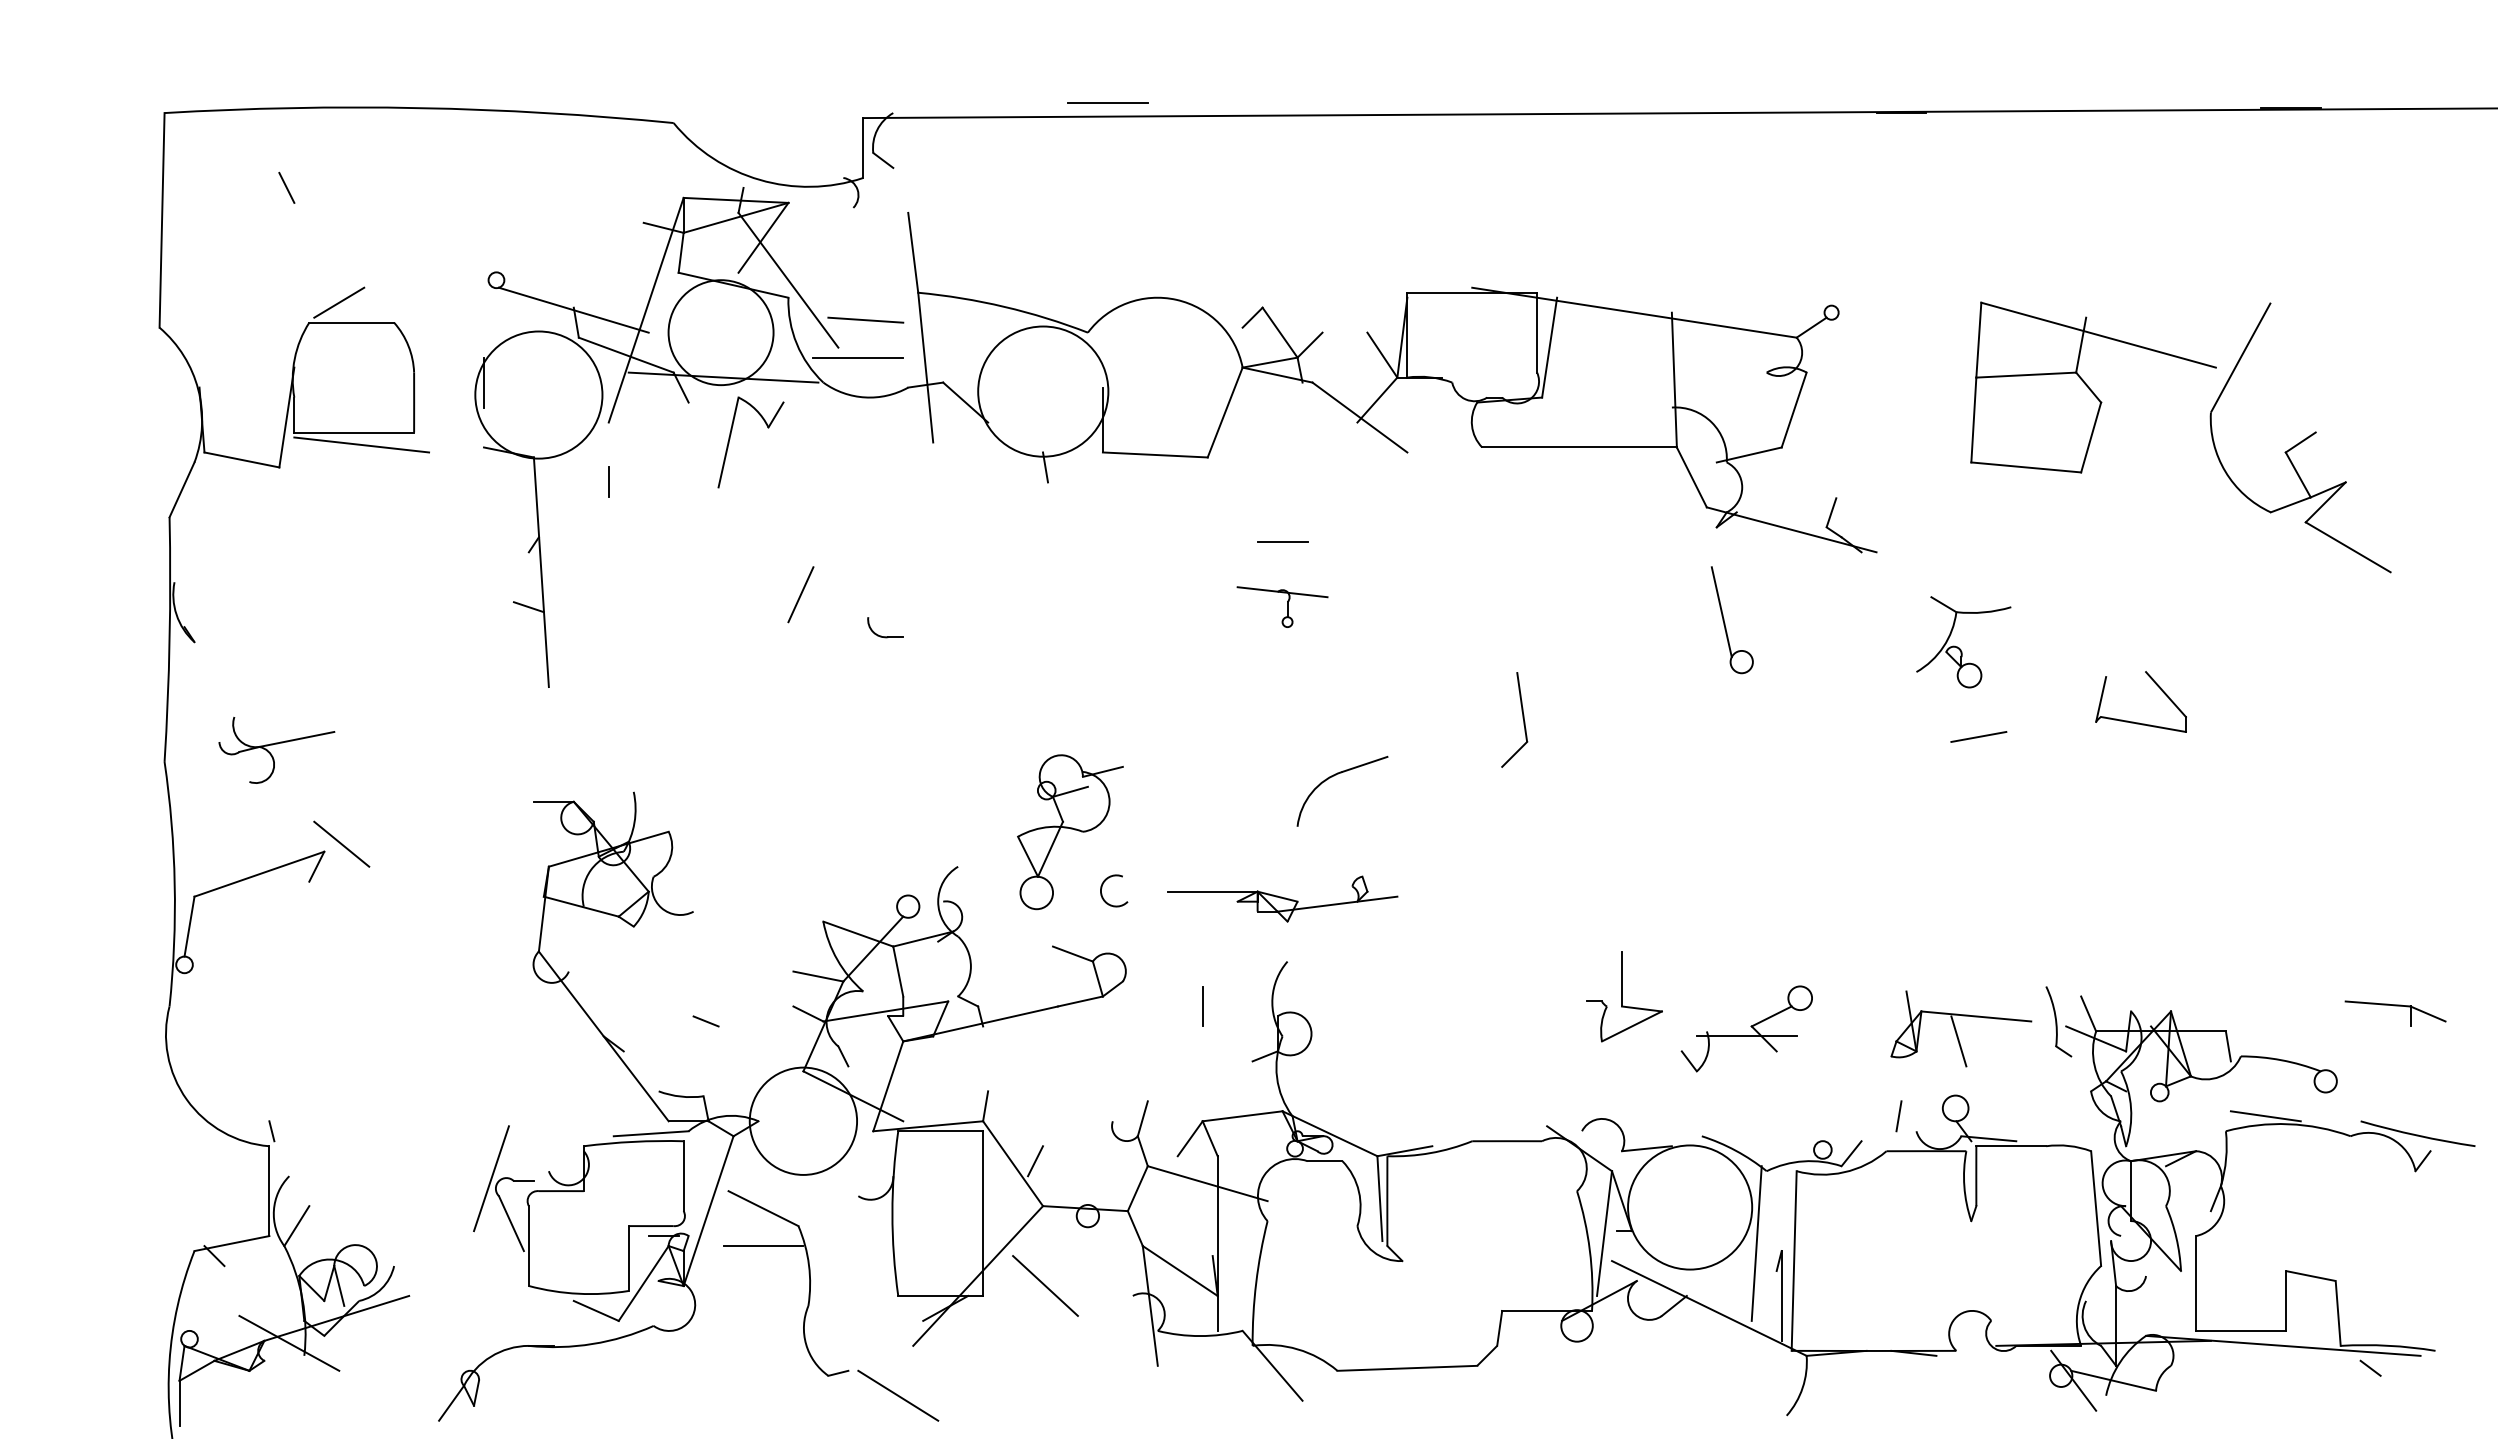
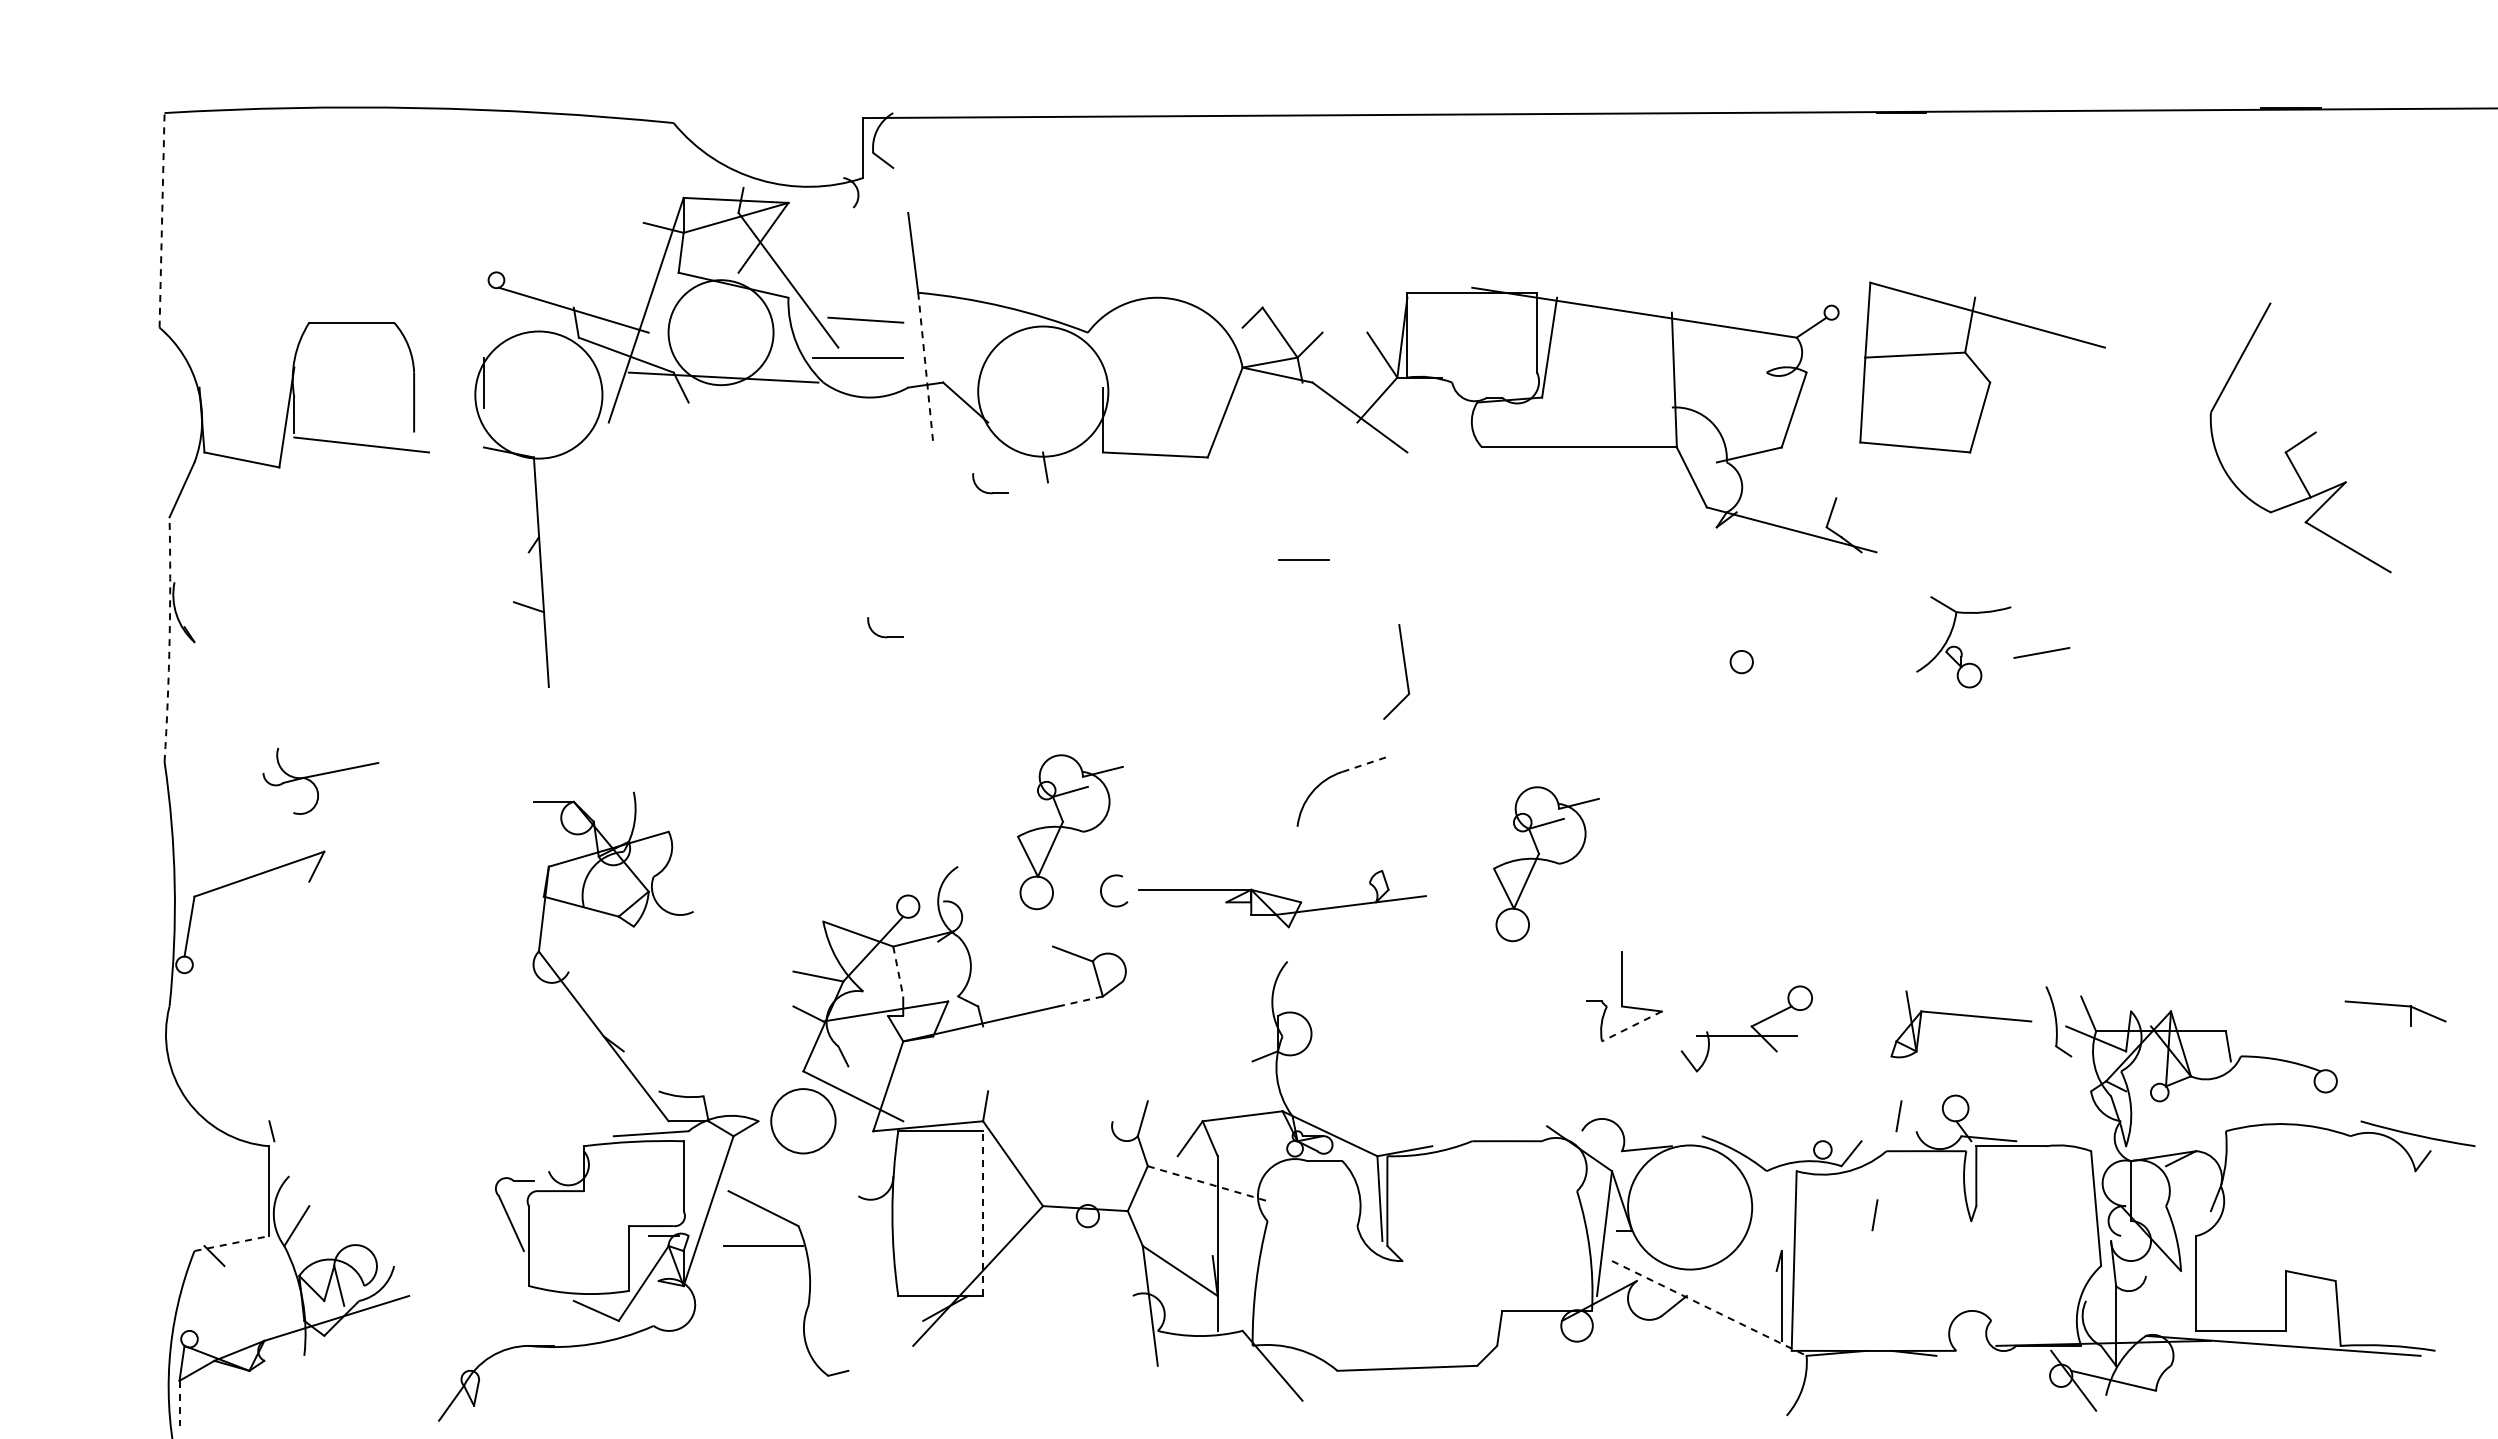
line at (1107, 103): present -> none
line at (286, 187): present -> none
line at (162, 219): solid -> dashed
line at (339, 302): present -> none
line at (925, 368): solid -> dashed
part at (2093, 387) position: (2093, 387) -> (1982, 367)
line at (354, 432): present -> none
part at (730, 439): present -> none
line at (608, 482): present -> none
part at (986, 491): none -> present
line at (1282, 541) position: (1282, 541) -> (1303, 559)
line at (800, 594): present -> none
part at (1282, 606): present -> none
line at (1721, 612): present -> none
arc at (169, 639): solid -> dashed
part at (1522, 718) position: (1522, 718) -> (1404, 670)
part at (2139, 722): present -> none
line at (1978, 736) position: (1978, 736) -> (2041, 652)
part at (276, 750) position: (276, 750) -> (320, 781)
line at (1364, 764): solid -> dashed
line at (341, 843): present -> none
part at (1546, 864): none -> present
part at (1282, 898) size: 232x48 px -> 289x59 px
line at (898, 972): solid -> dashed
line at (1080, 1001): solid -> dashed
line at (1202, 1006): present -> none
line at (705, 1021): present -> none
line at (1631, 1026): solid -> dashed
line at (1958, 1041): present -> none
line at (2265, 1116): present -> none
circle at (803, 1120) diameter: 107 px -> 64 px
line at (1035, 1161): present -> none
line at (491, 1178): present -> none
line at (1208, 1183): solid -> dashed
line at (983, 1213): solid -> dashed
line at (1874, 1215): none -> present
line at (232, 1243): solid -> dashed
line at (1756, 1243): present -> none
line at (1045, 1285): present -> none
line at (1709, 1308): solid -> dashed
line at (289, 1342): present -> none
line at (2370, 1367): present -> none
line at (898, 1395): present -> none
line at (179, 1403): solid -> dashed
